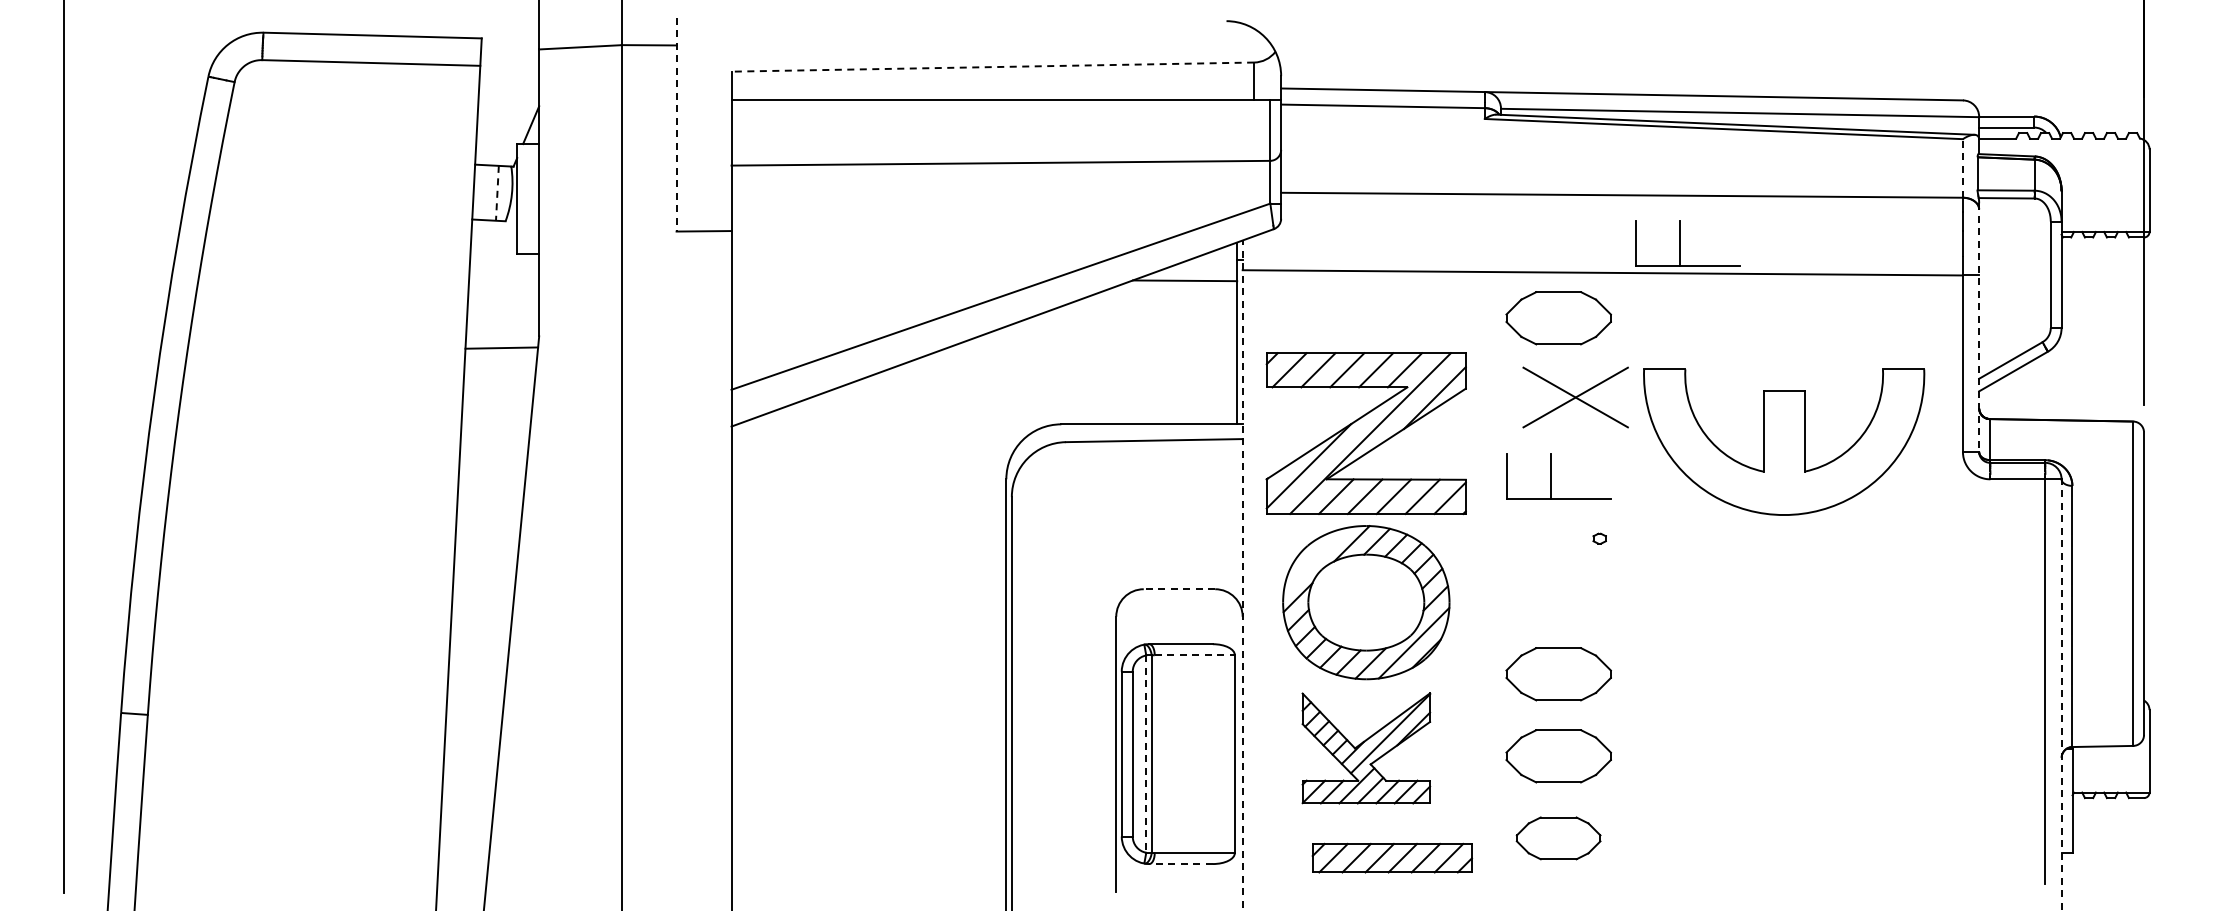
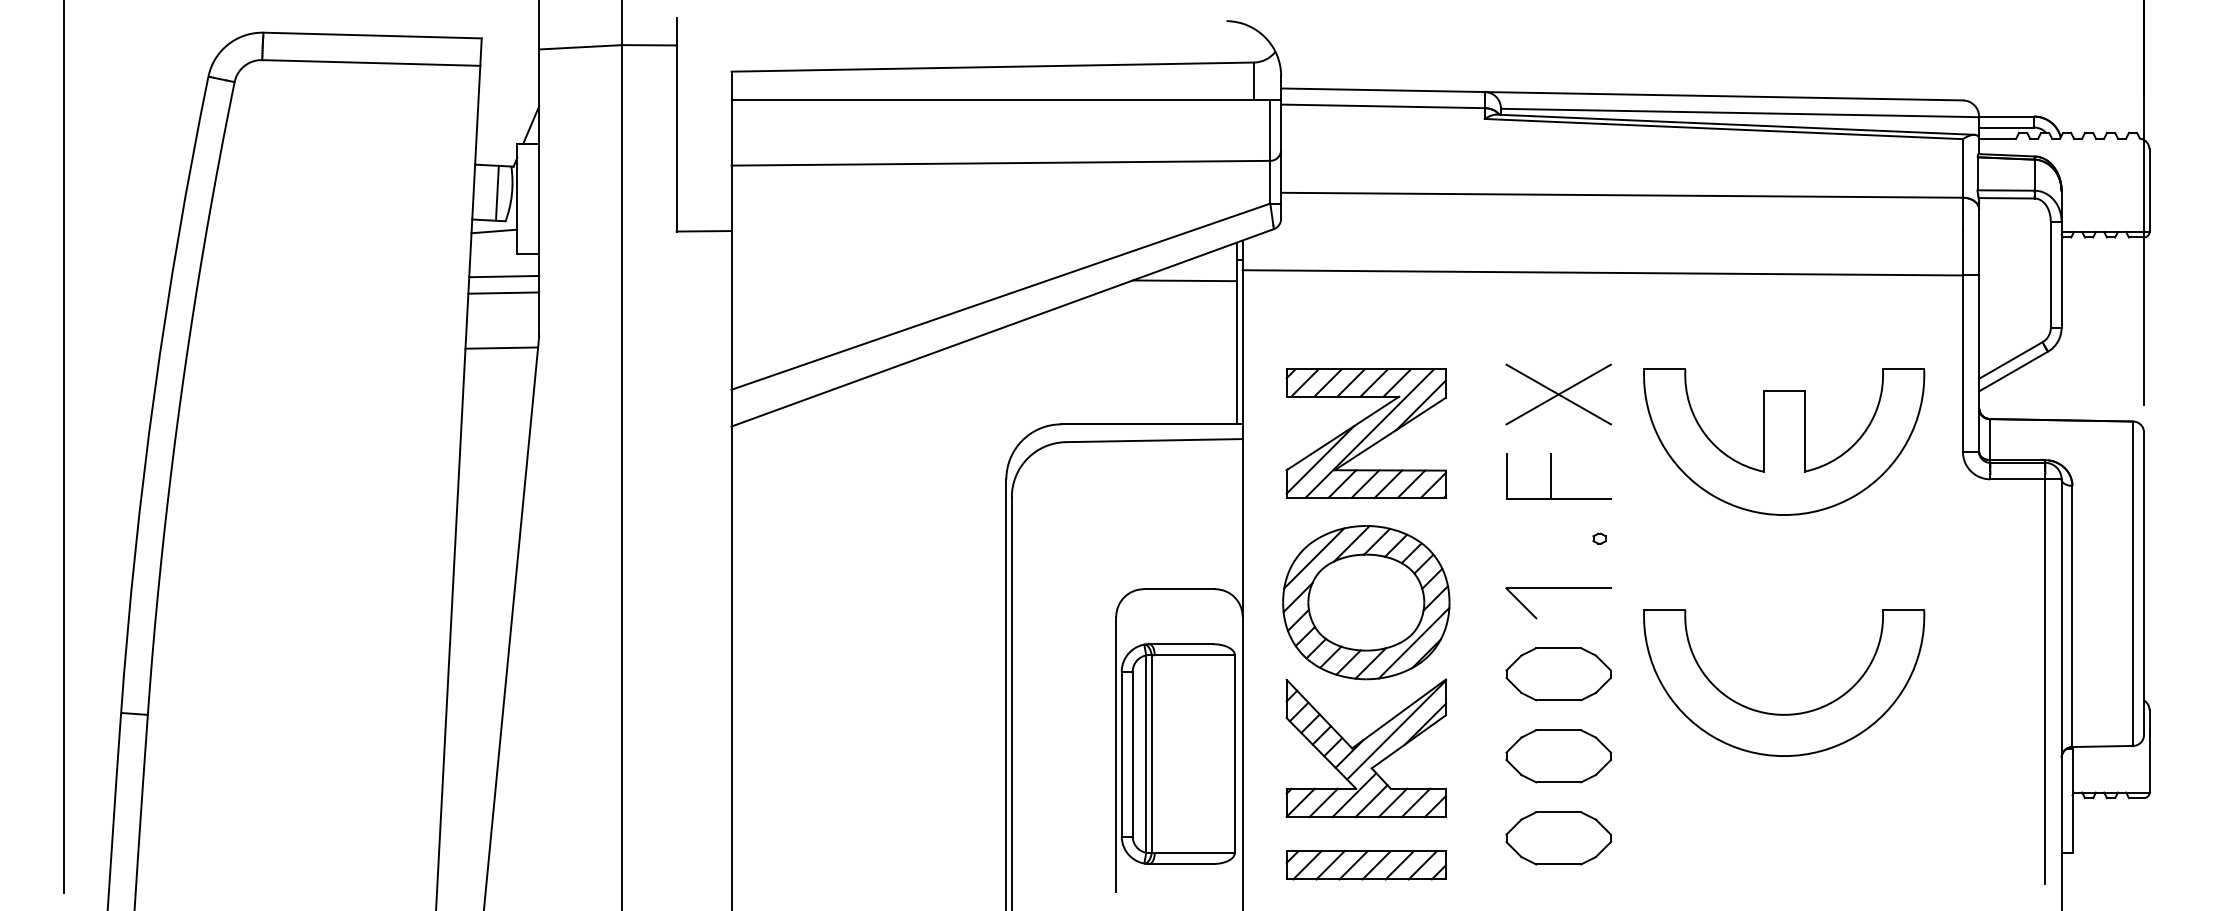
line at (992, 67): dashed -> solid
line at (676, 124): dashed -> solid
line at (1962, 167): dashed -> solid
line at (497, 193): dashed -> solid
line at (494, 231): none -> present
part at (1680, 243): present -> none
line at (504, 276): none -> present
line at (503, 292): none -> present
part at (1558, 318): present -> none
line at (1979, 328): dashed -> solid
part at (1575, 397) position: (1575, 397) -> (1558, 394)
part at (1365, 433) size: 202x164 px -> 163x132 px
line at (1314, 558): none -> present
line at (1242, 575): dashed -> solid
part at (1558, 588): none -> present
line at (1179, 589): dashed -> solid
line at (1195, 655): dashed -> solid
line at (2061, 694): dashed -> solid
part at (1787, 713): none -> present
part at (1366, 748) size: 131x113 px -> 163x141 px
line at (1146, 754): dashed -> solid
part at (1558, 838) size: 87x45 px -> 107x55 px
part at (1392, 857) position: (1392, 857) -> (1366, 864)
line at (1181, 864): dashed -> solid
